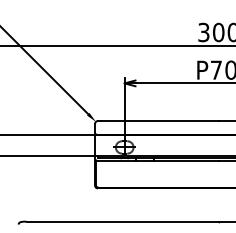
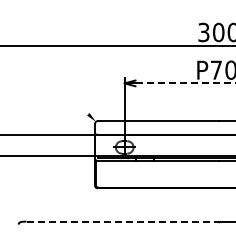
line at (45, 71): present -> none
line at (185, 83): solid -> dashed
line at (123, 221): solid -> dashed
